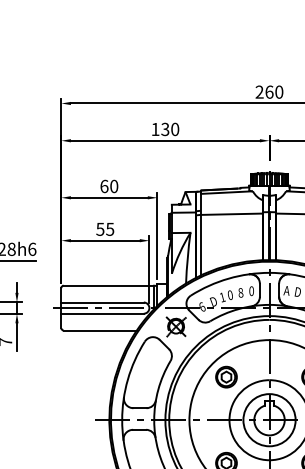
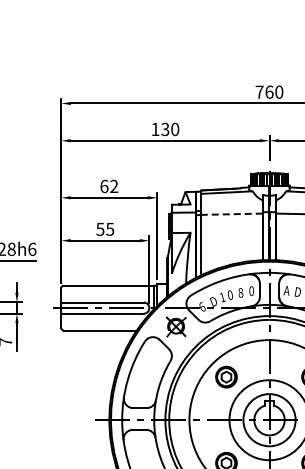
text at (259, 91): 260 -> 760
text at (114, 186): 60 -> 62
line at (231, 214): solid -> dashed
